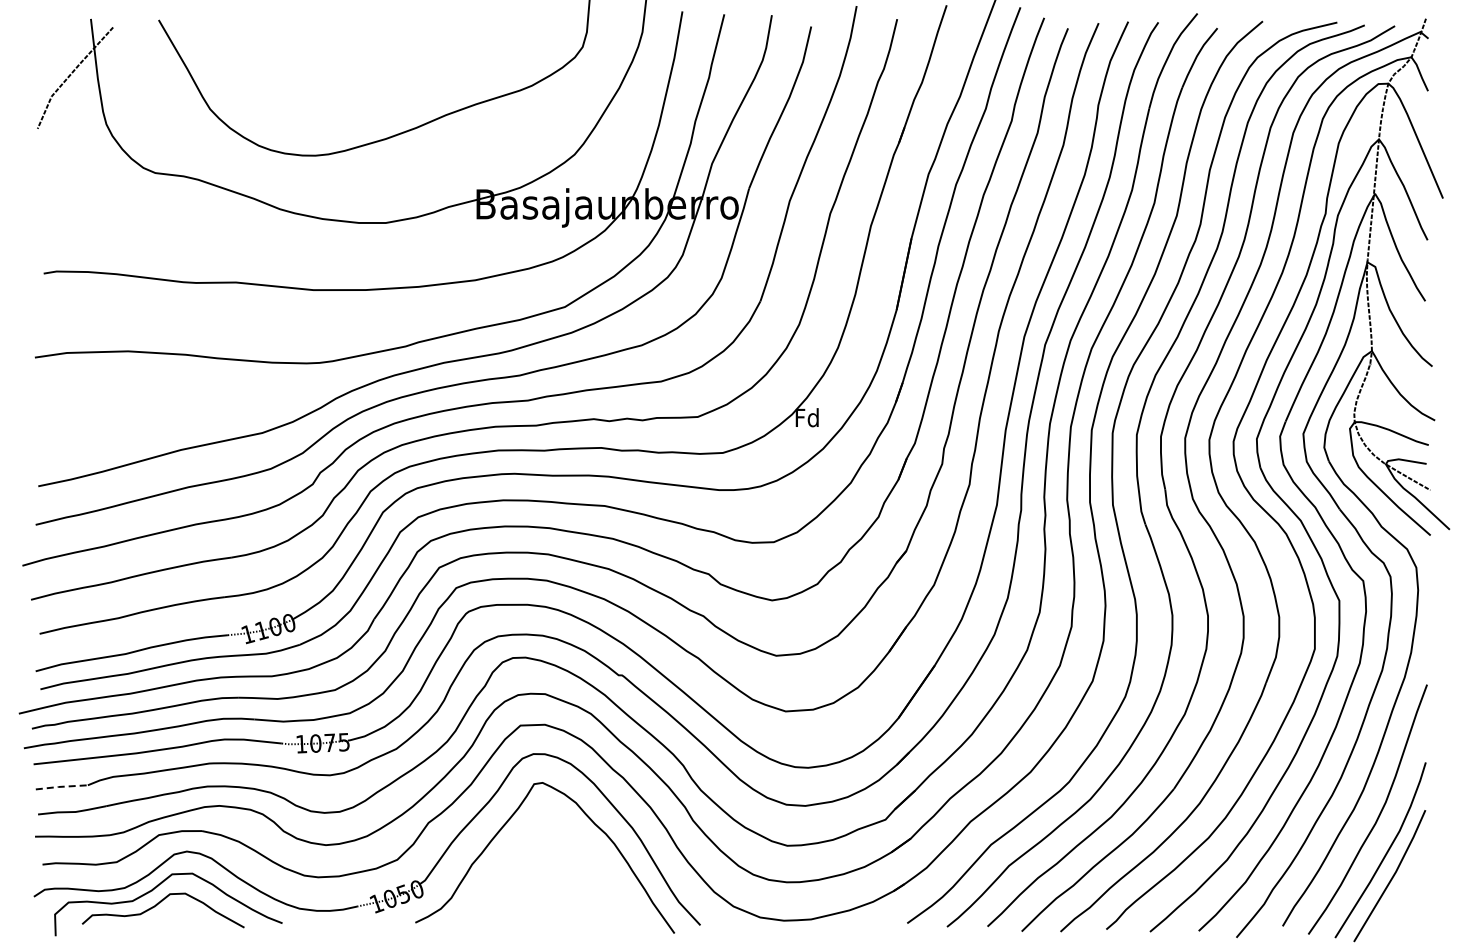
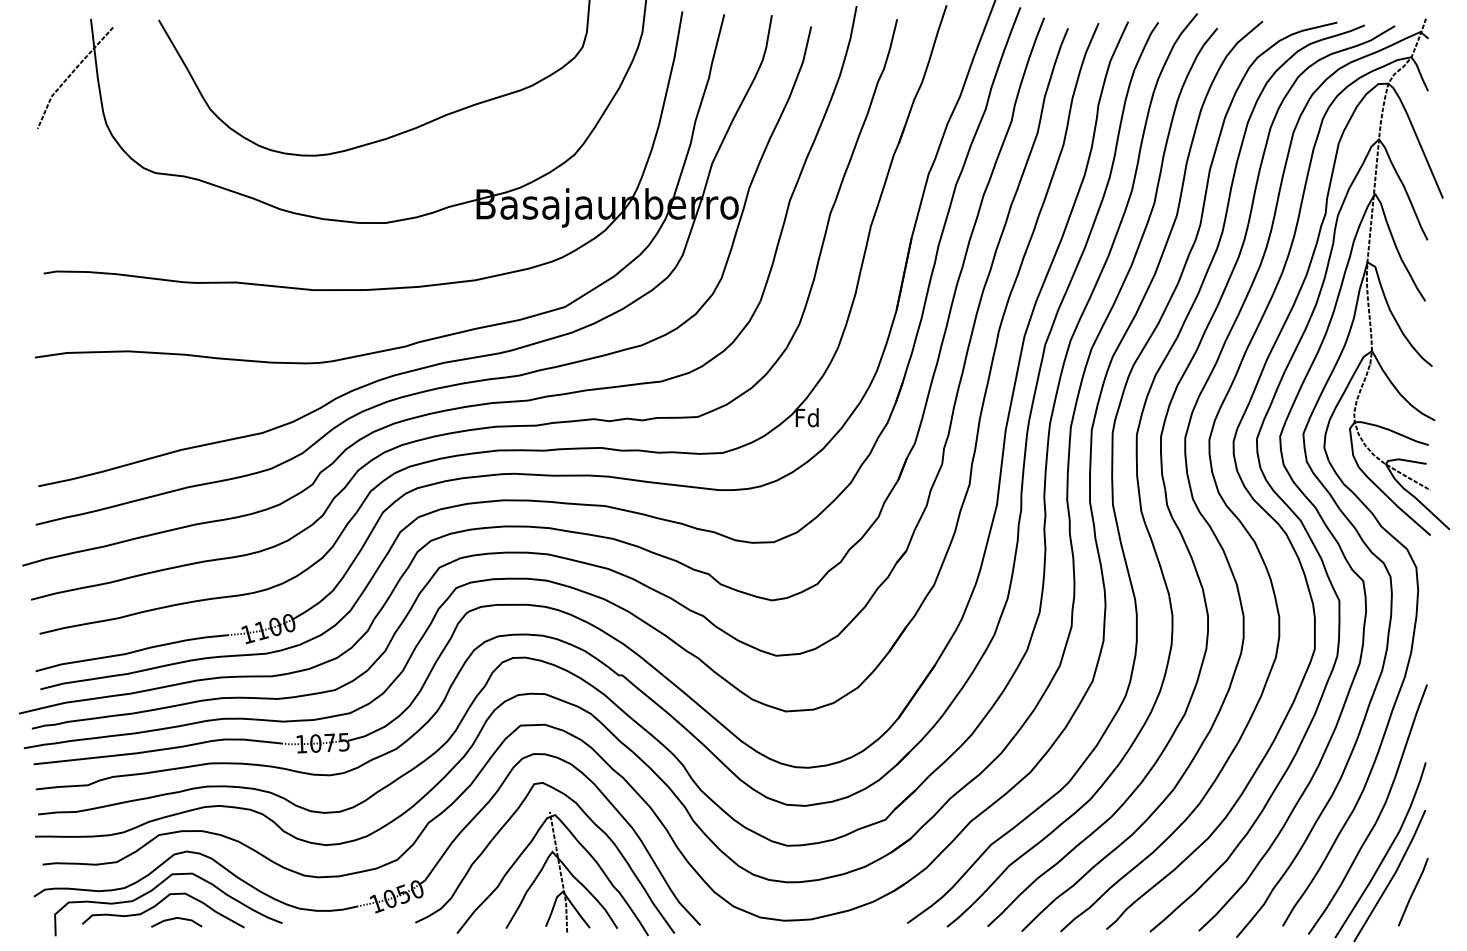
line at (62, 786): dashed -> solid
part at (559, 872): none -> present
line at (1412, 892): none -> present
line at (175, 919): none -> present
